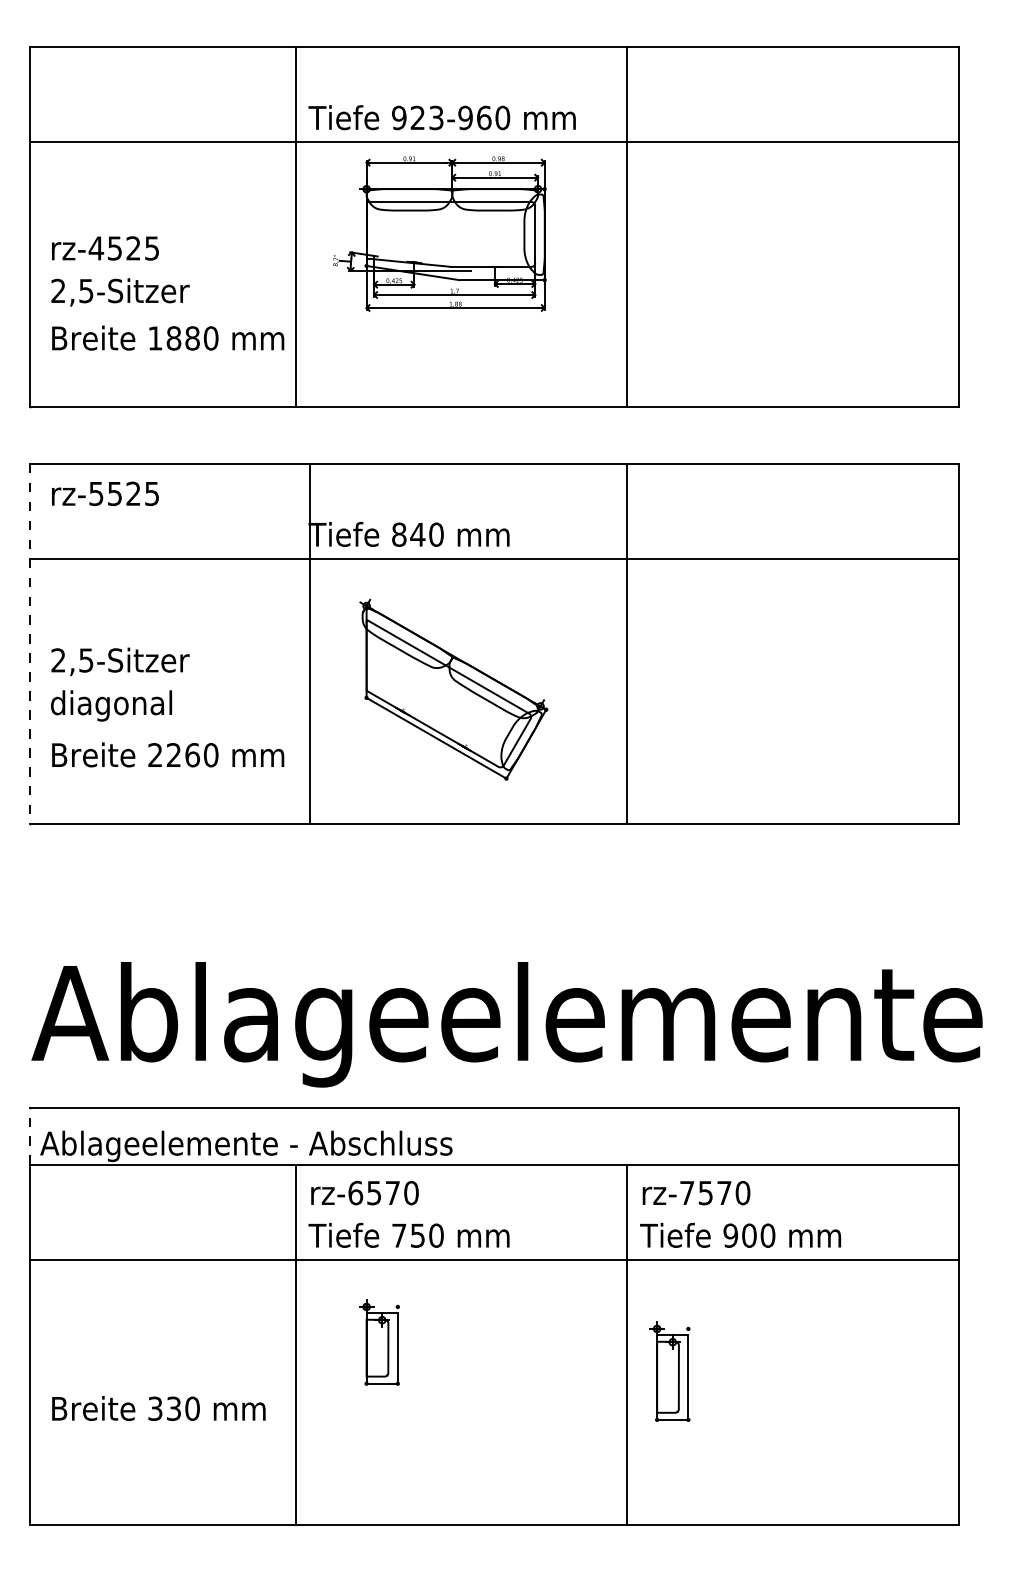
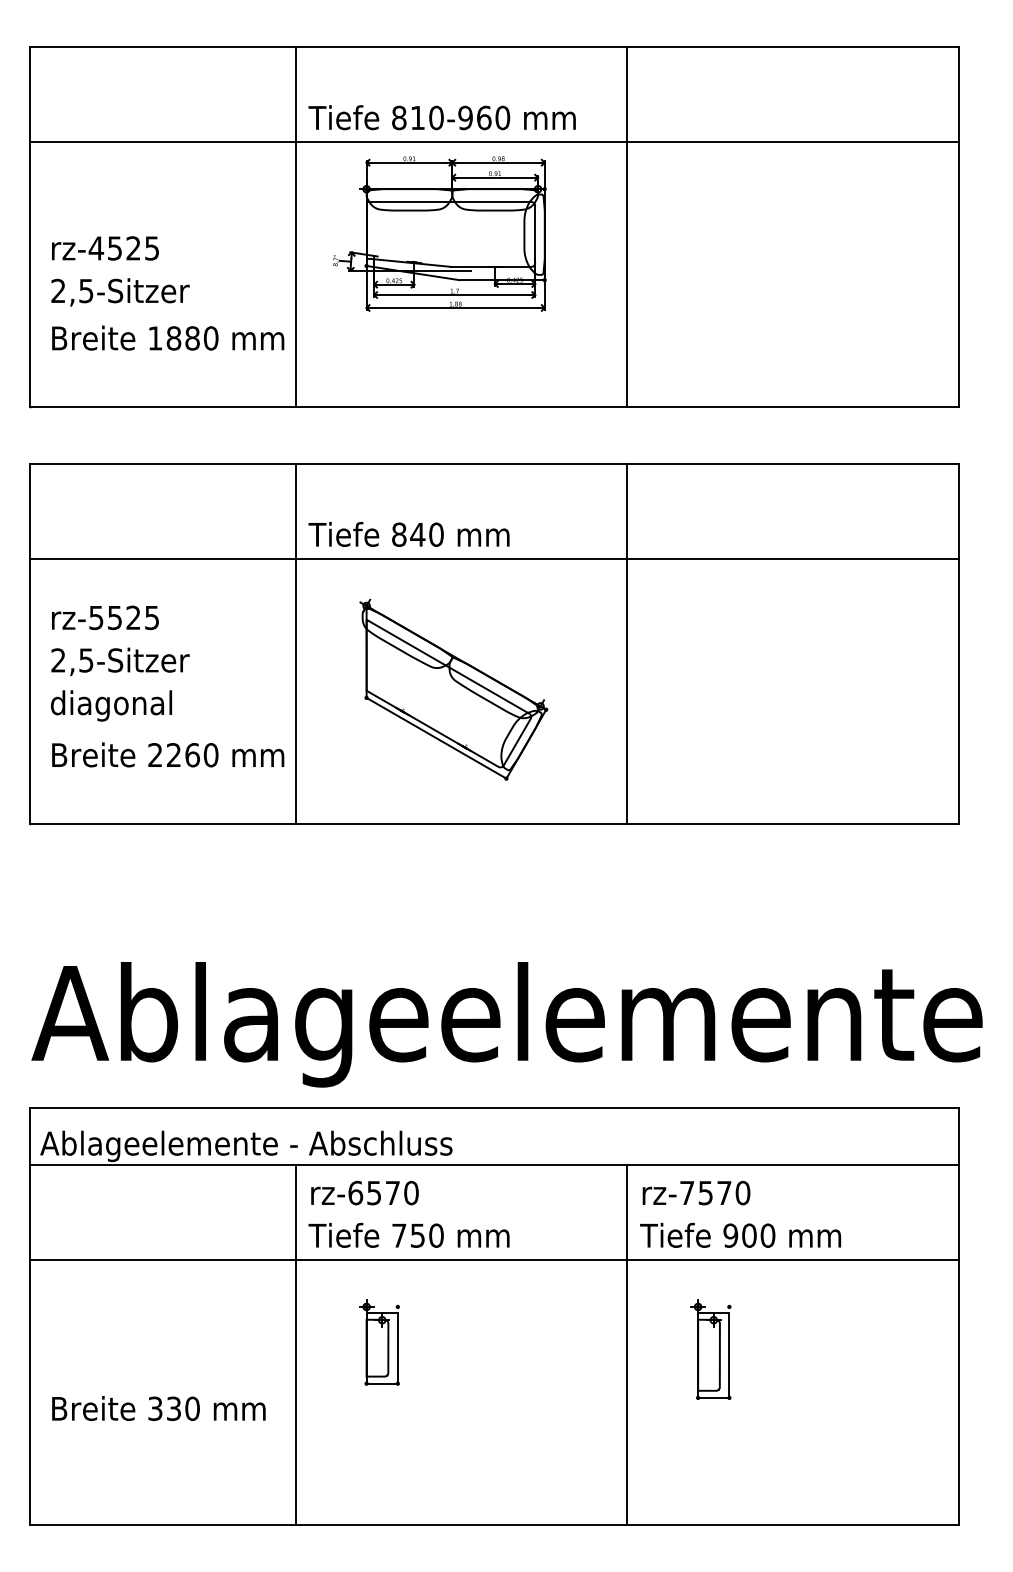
text at (417, 117): 923-960 -> 810-960
text at (105, 493) position: (105, 493) -> (105, 617)
line at (30, 643): dashed -> solid
line at (309, 643) position: (309, 643) -> (295, 643)
line at (30, 1135): dashed -> solid
part at (669, 1371) position: (669, 1371) -> (710, 1349)
